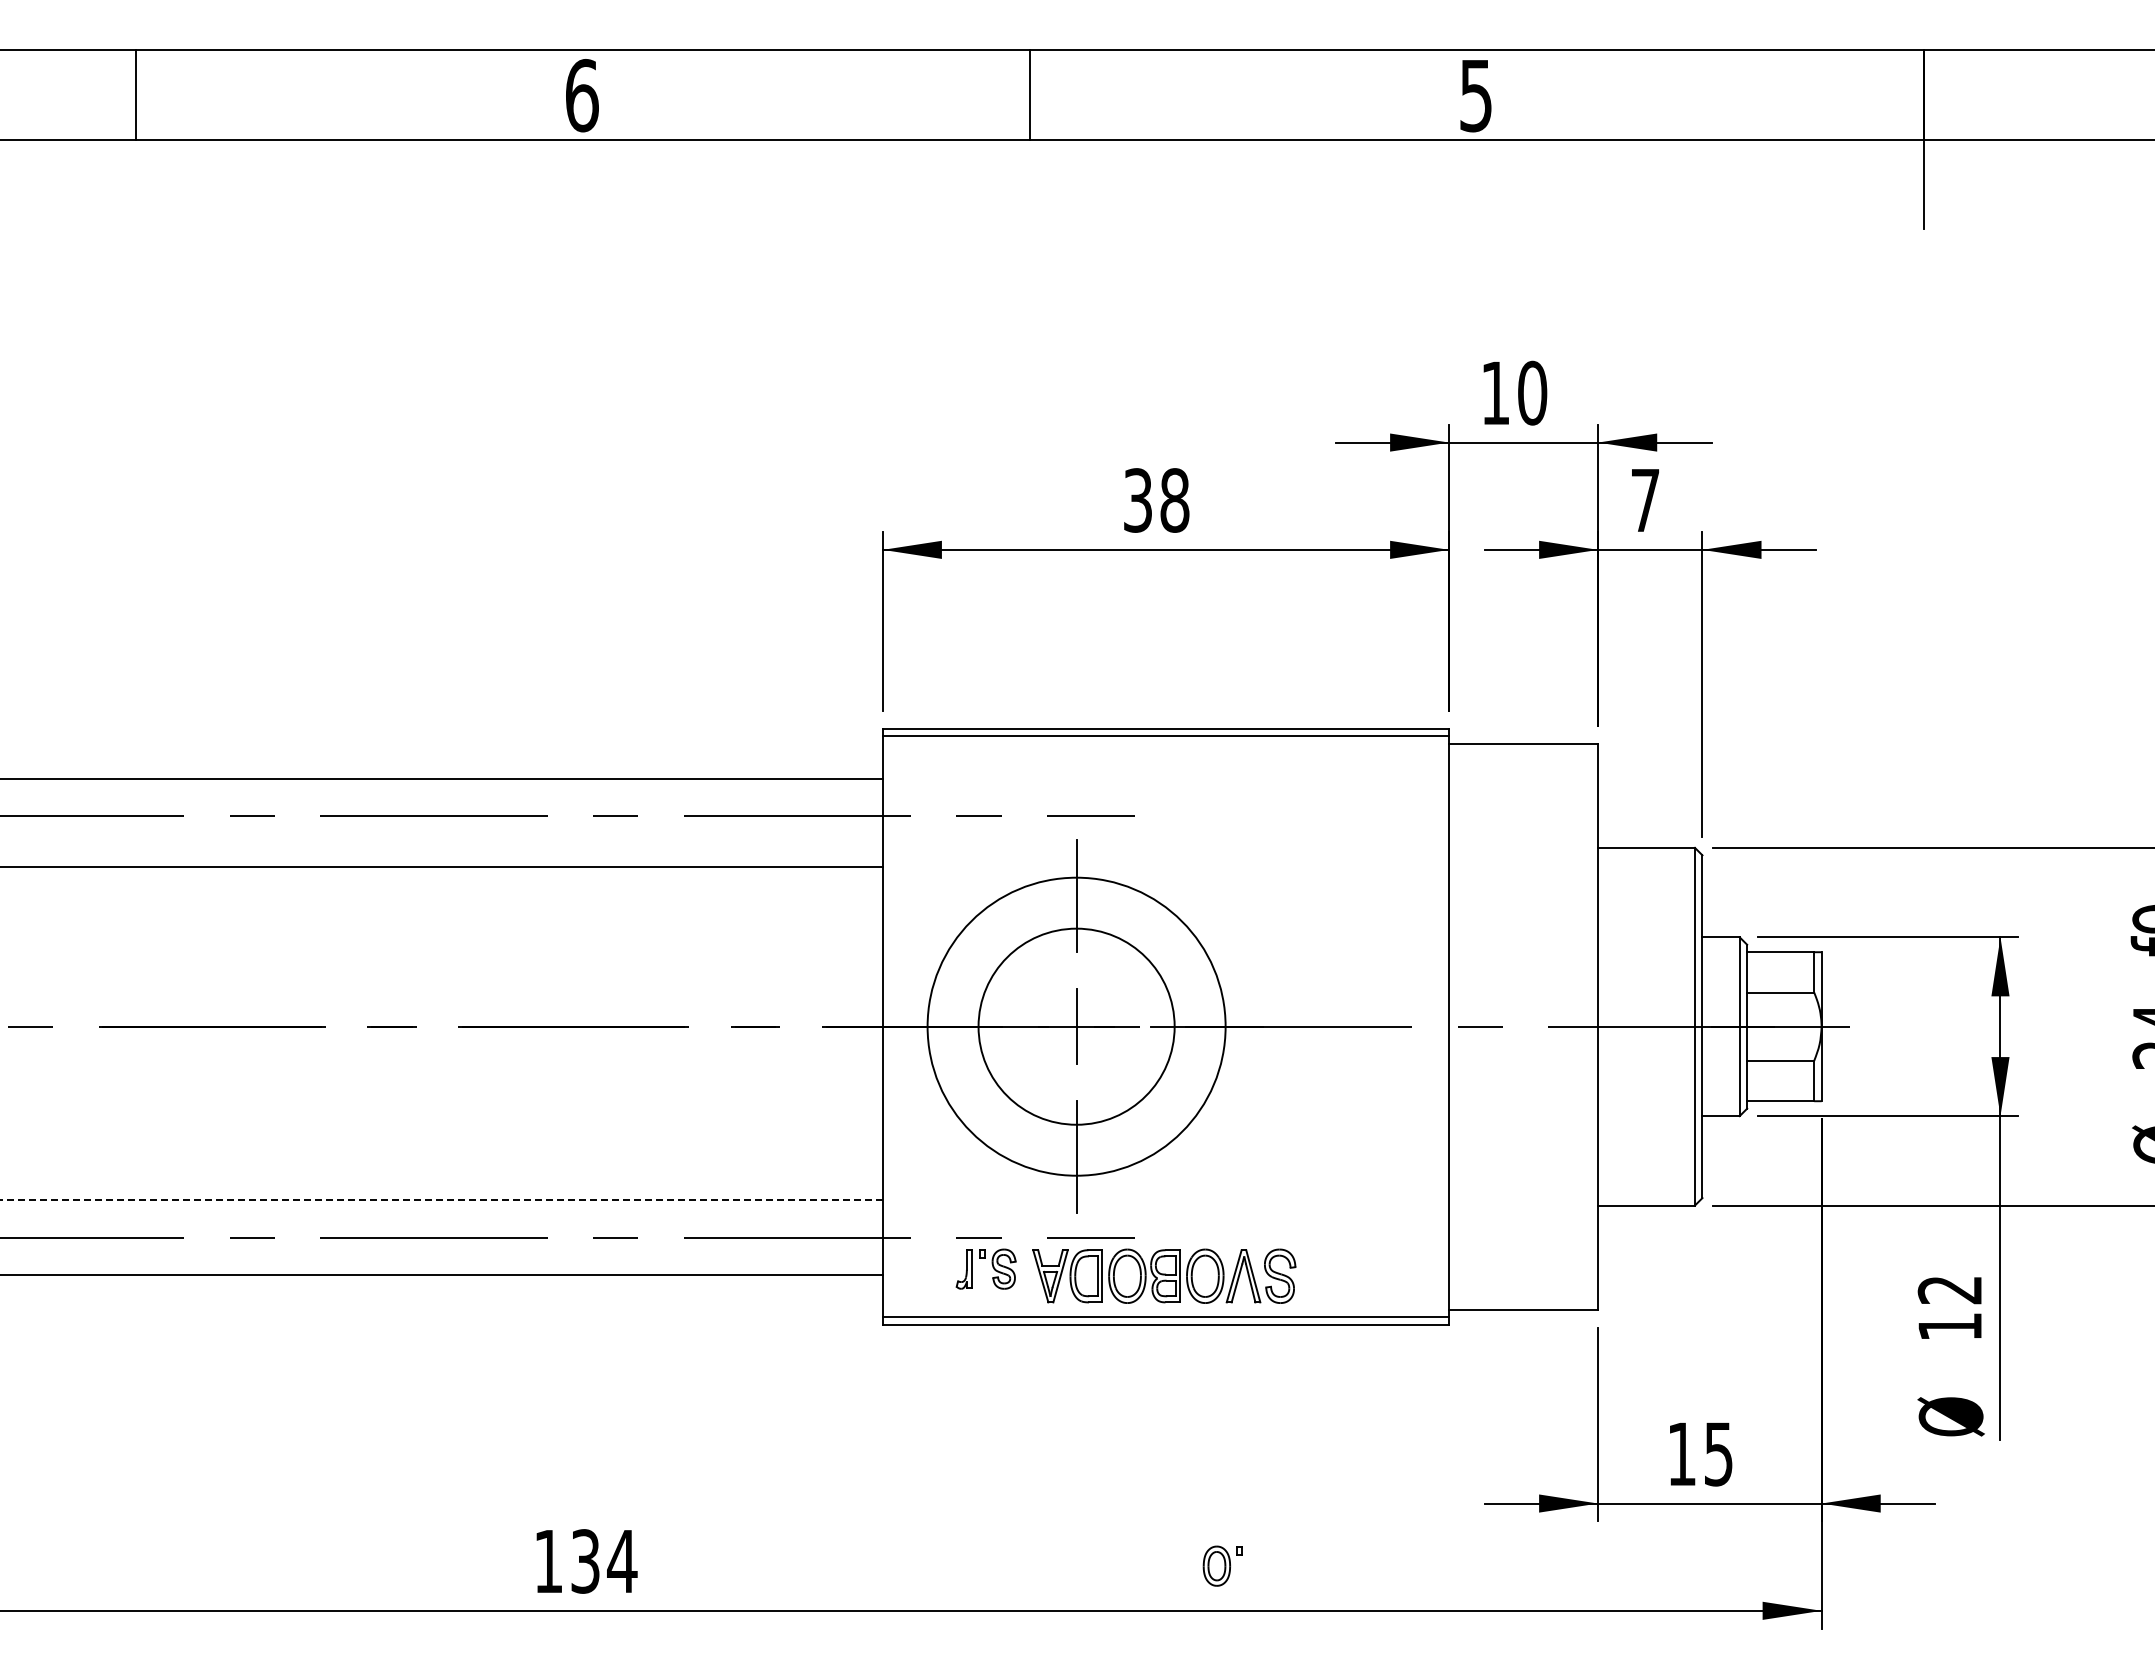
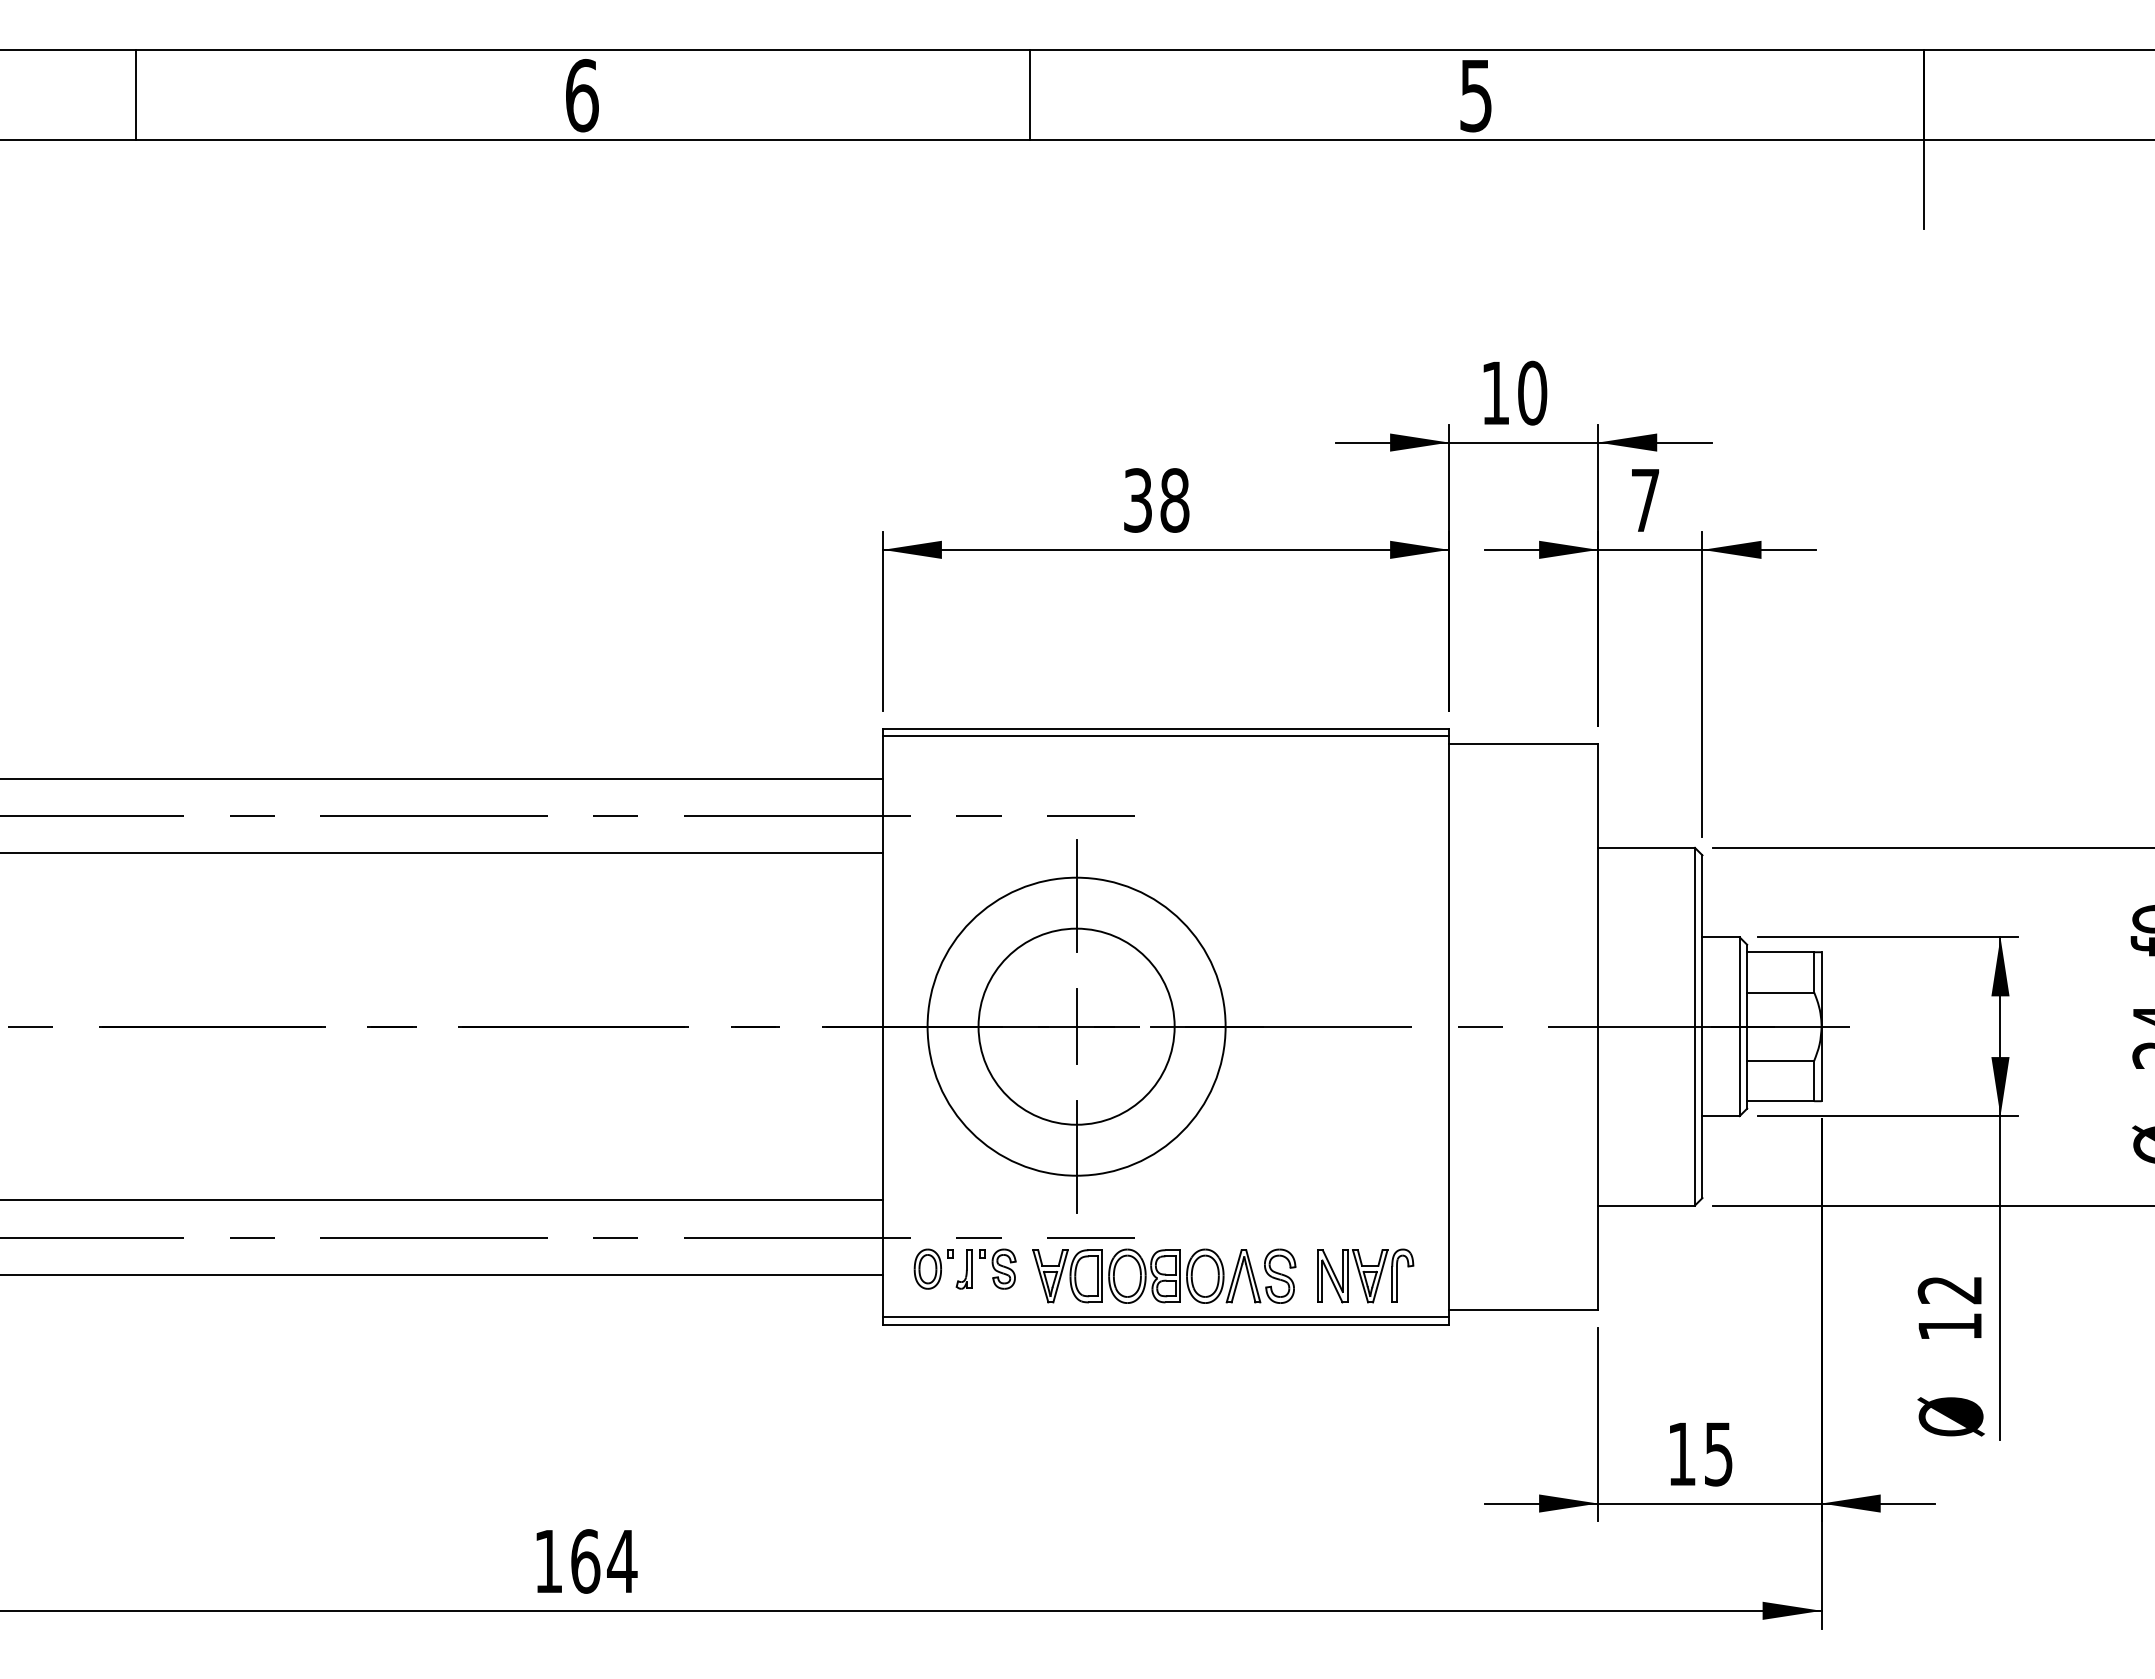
line at (442, 867) position: (442, 867) -> (442, 853)
line at (441, 1200): dashed -> solid
part at (1365, 1275): none -> present
text at (585, 1561): 134 -> 164
part at (1222, 1565) position: (1222, 1565) -> (933, 1268)
